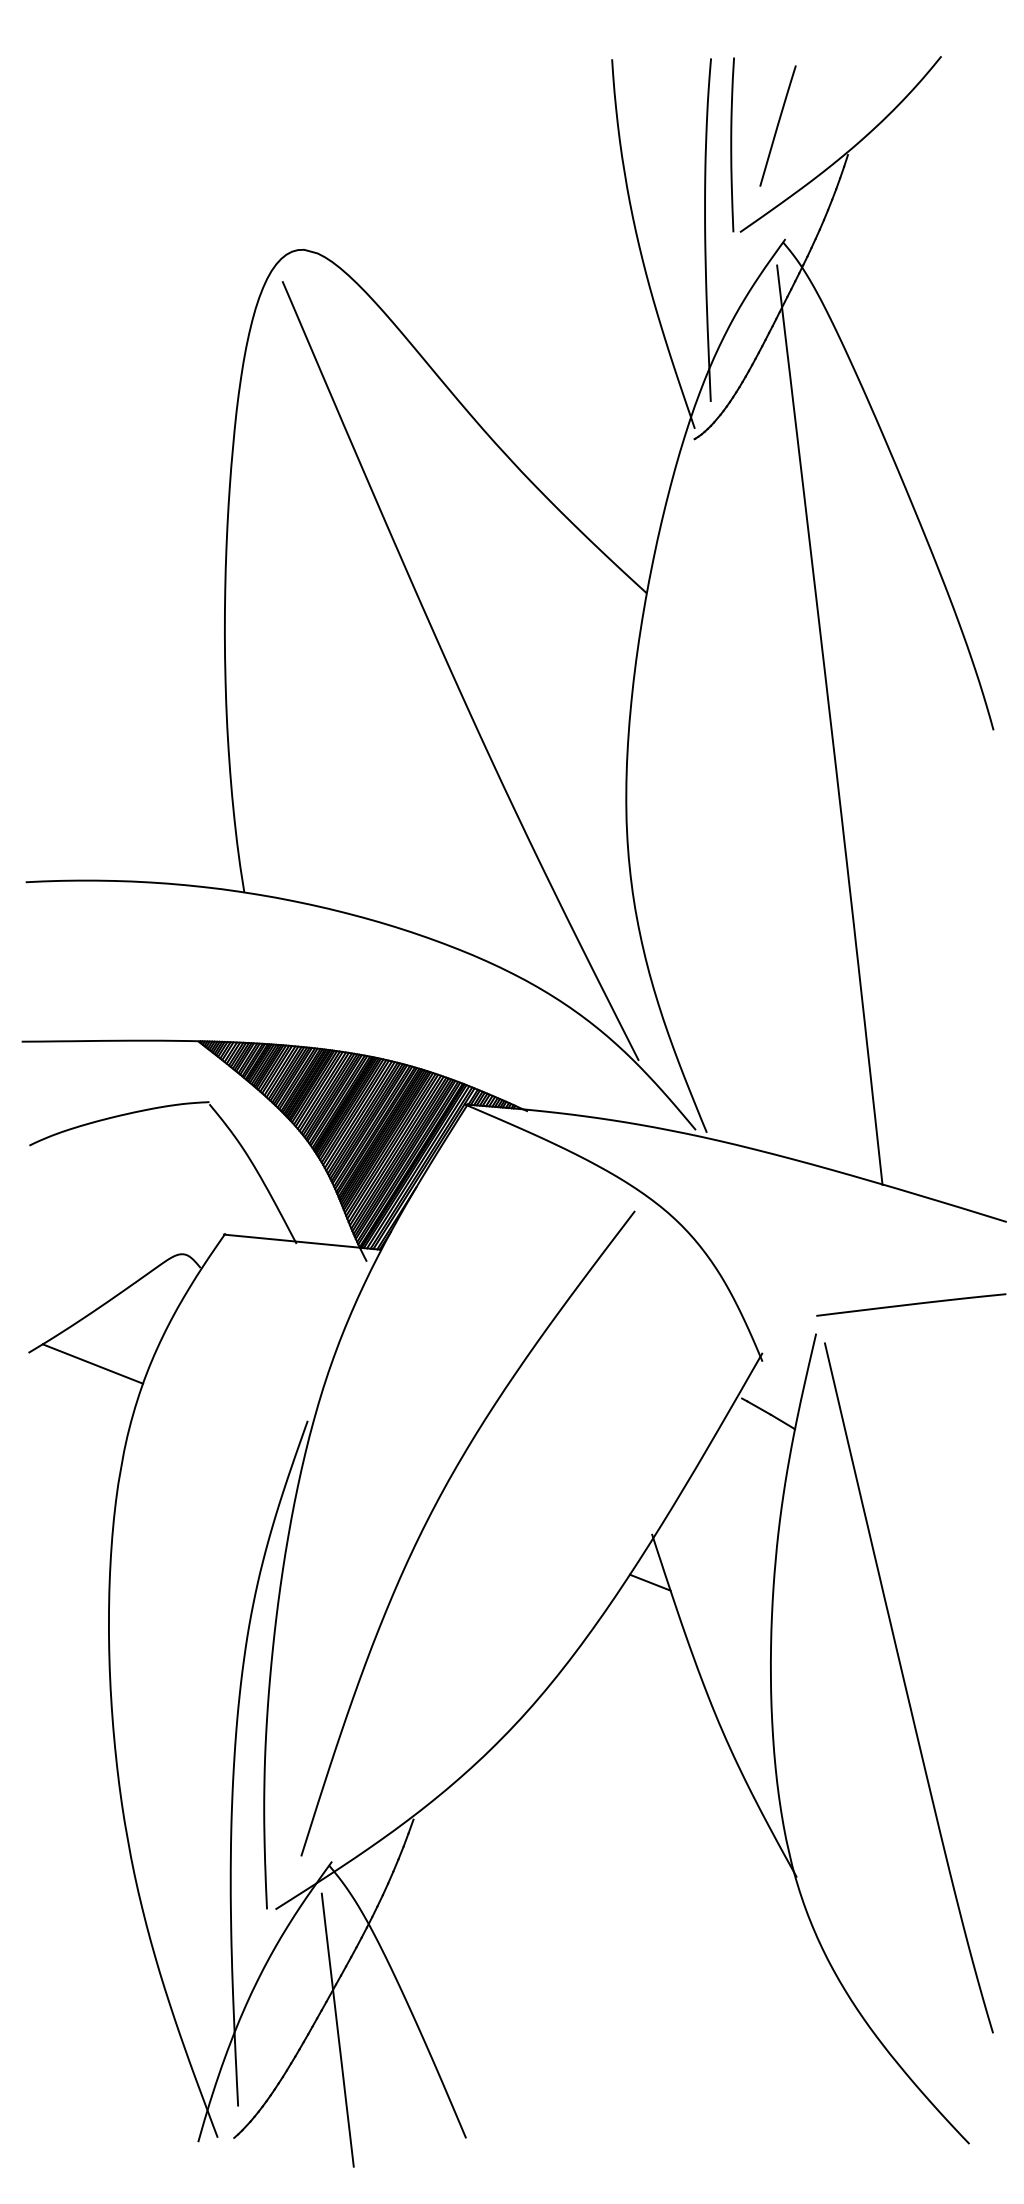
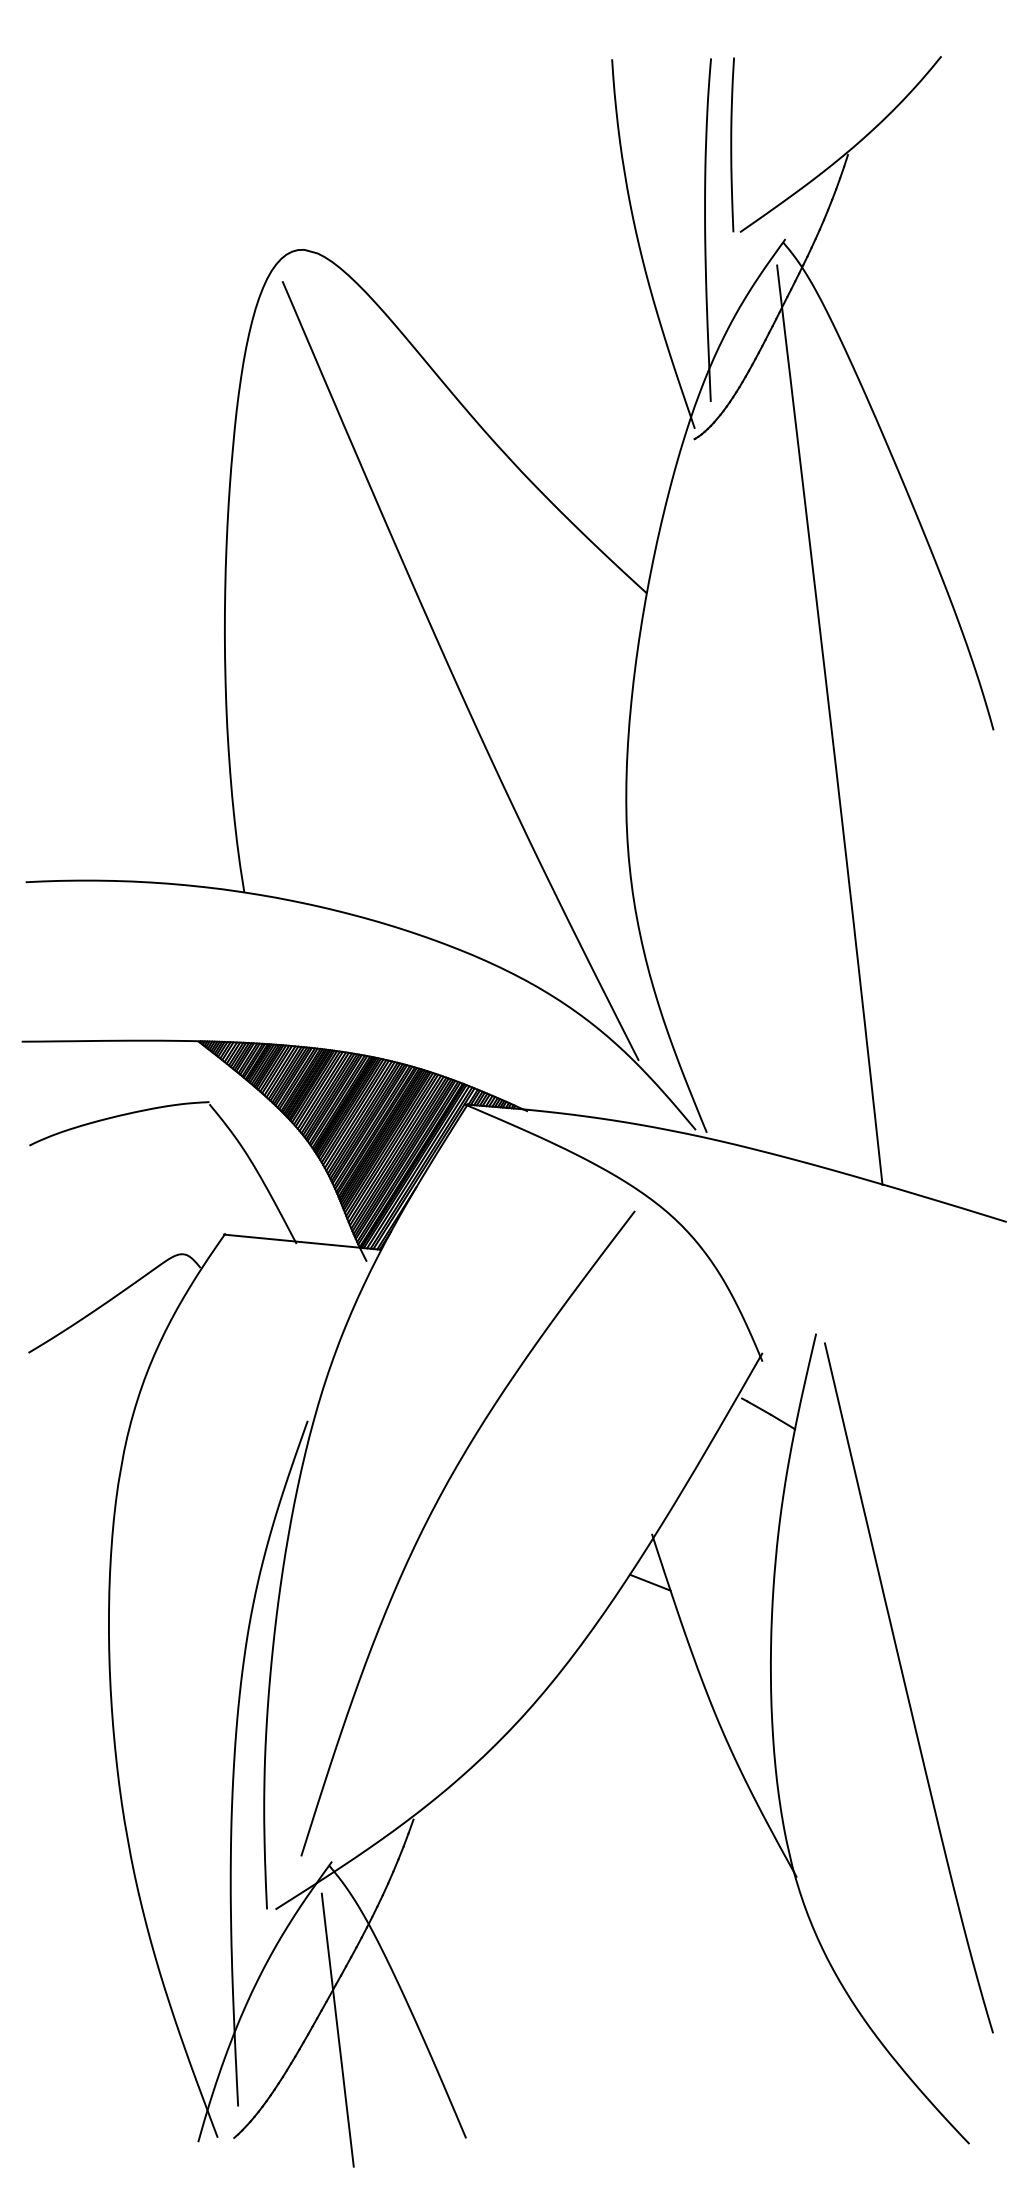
line at (777, 125): present -> none
line at (911, 1304): present -> none
line at (92, 1363): present -> none
